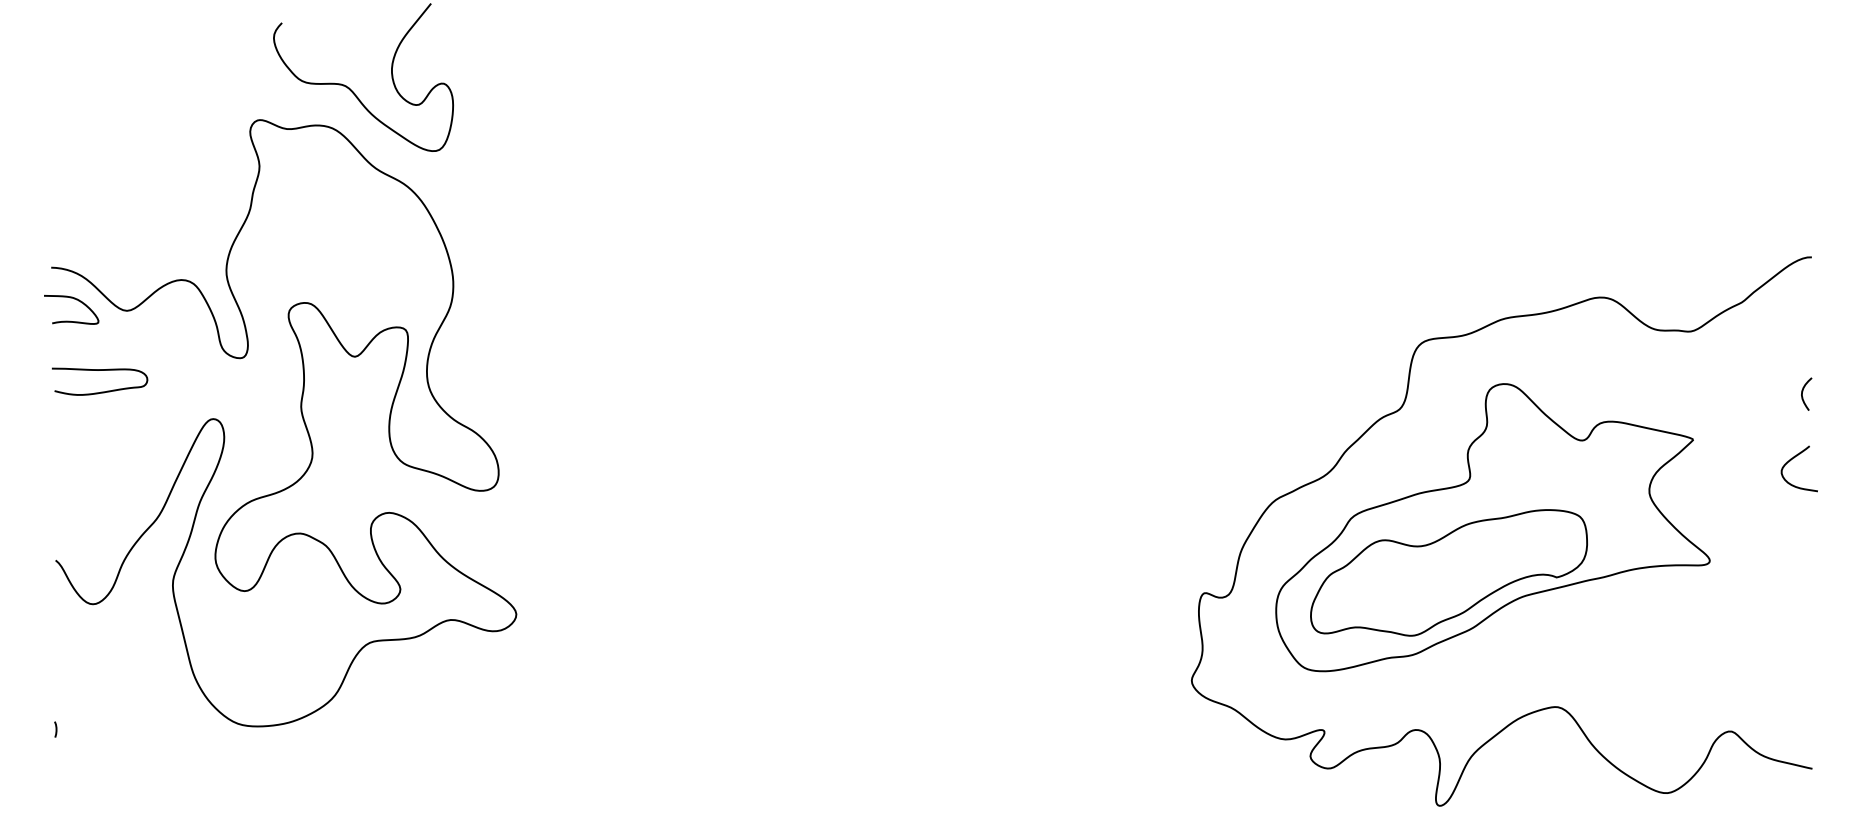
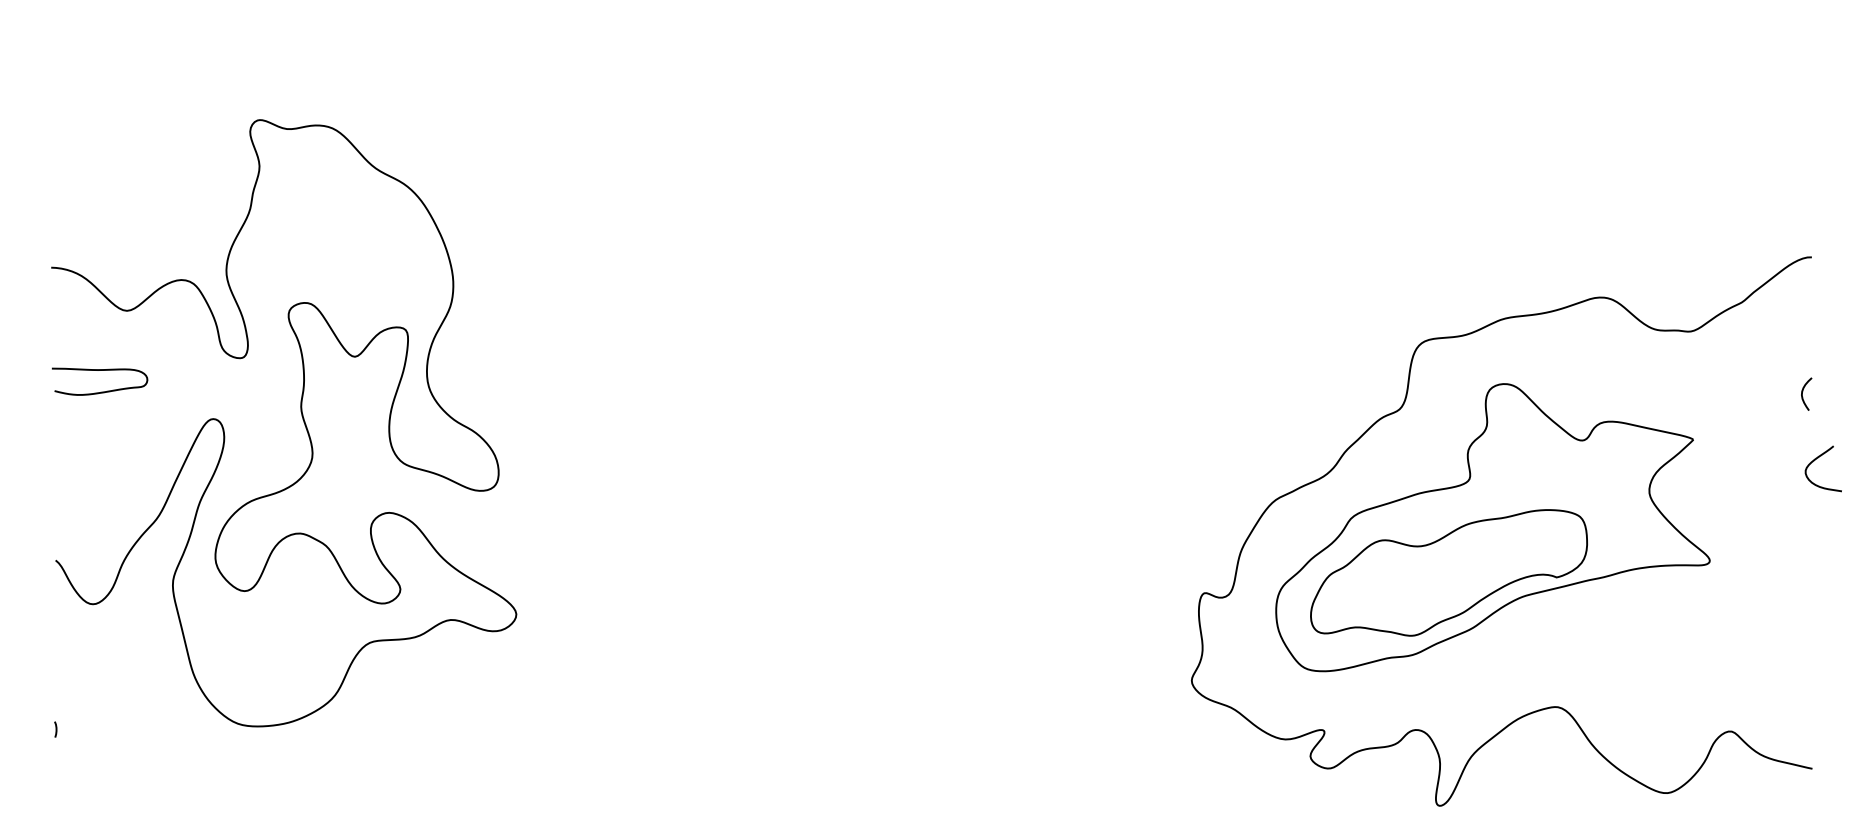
curve at (351, 89): present -> none
curve at (76, 300): present -> none
curve at (1791, 460) position: (1791, 460) -> (1815, 460)
